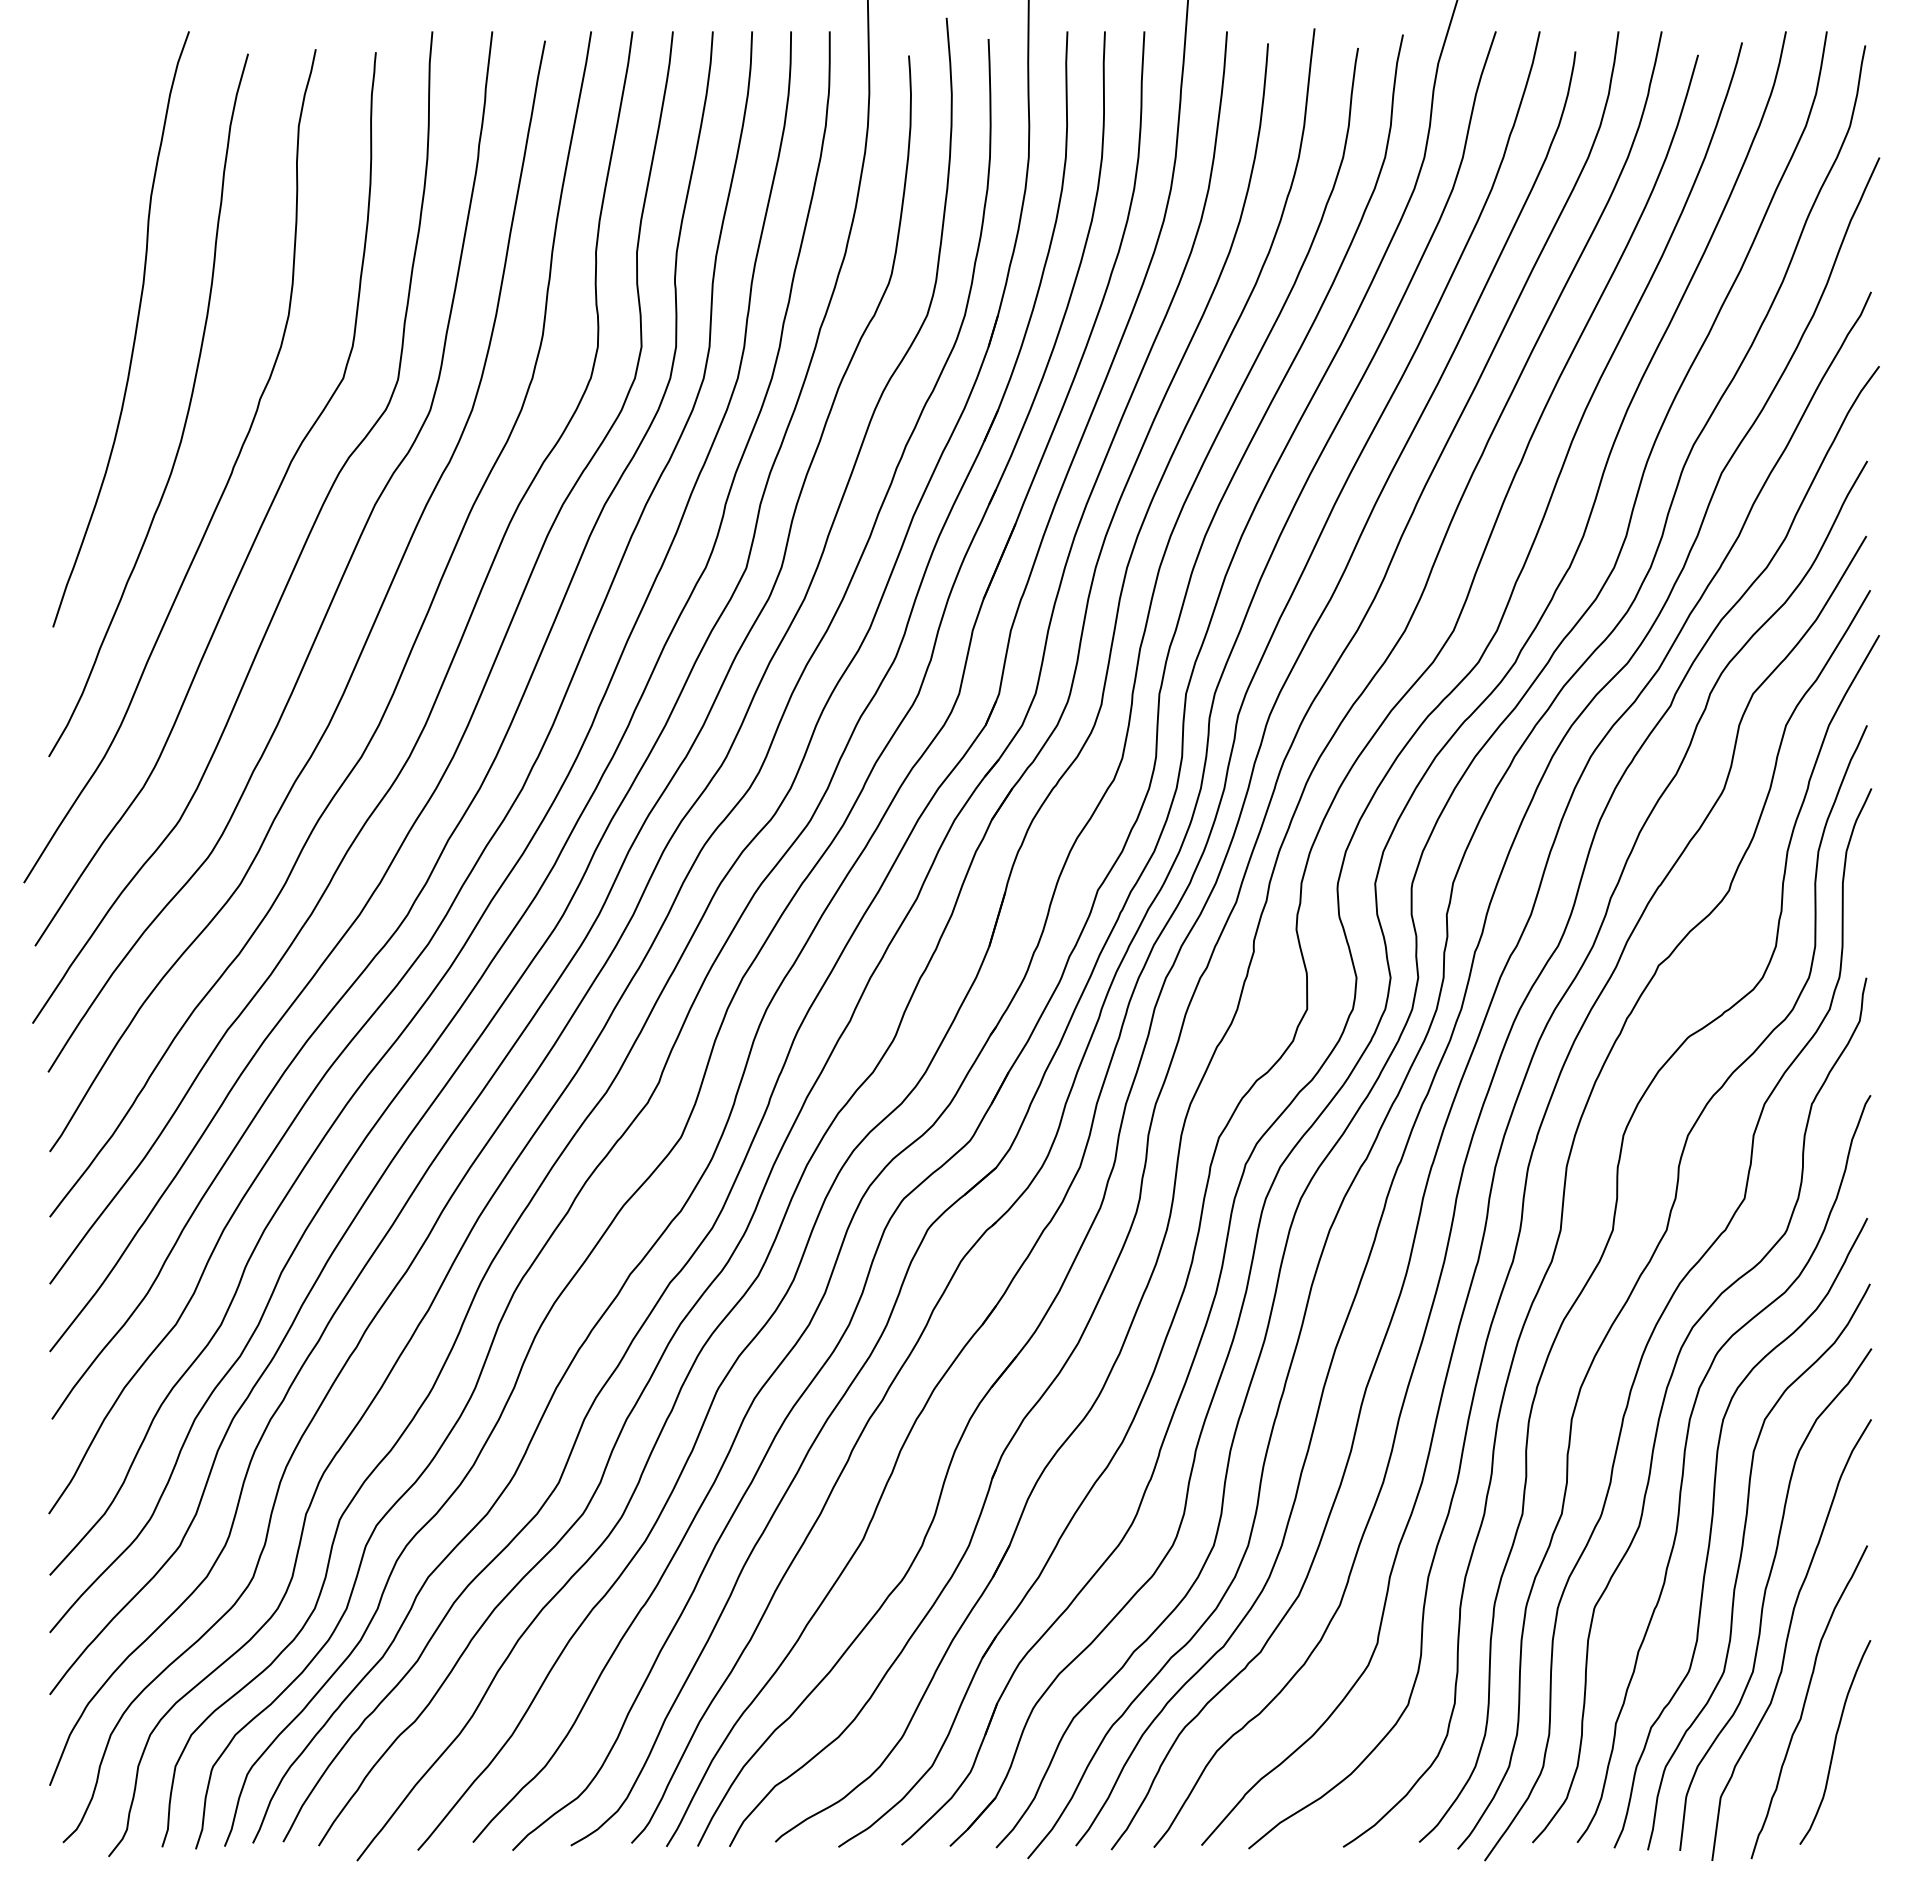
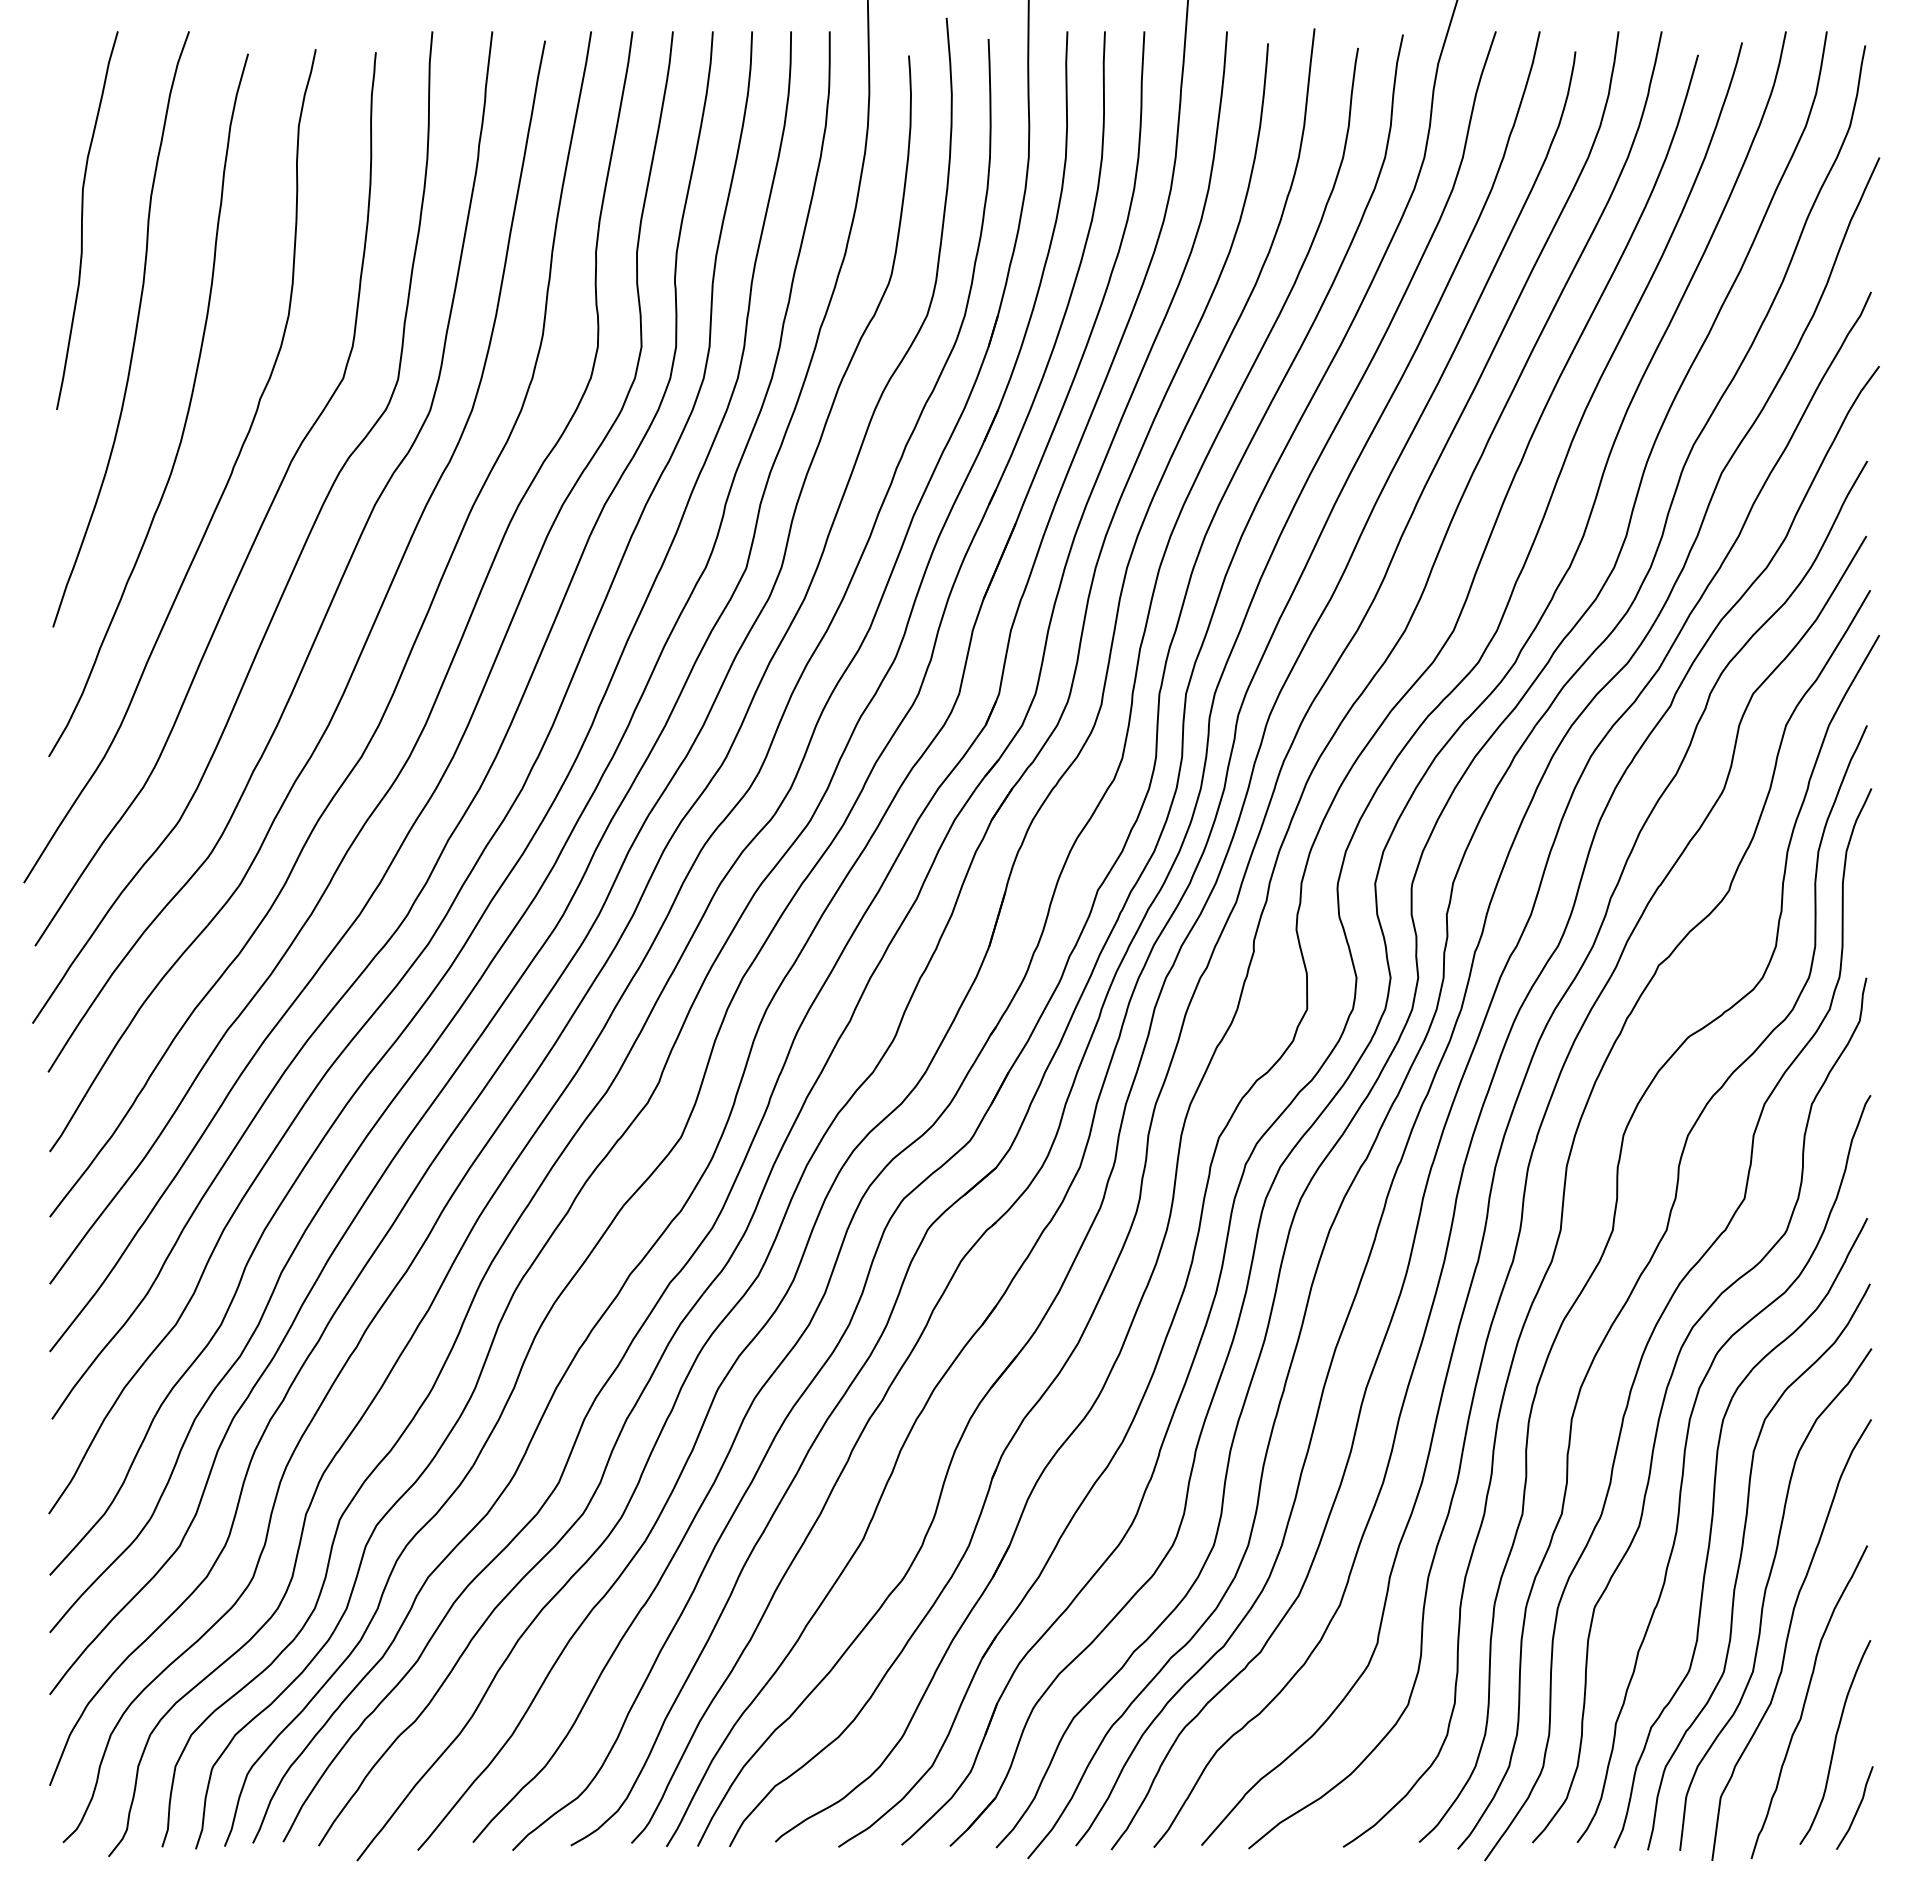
curve at (82, 220): none -> present
line at (1856, 1809): none -> present
